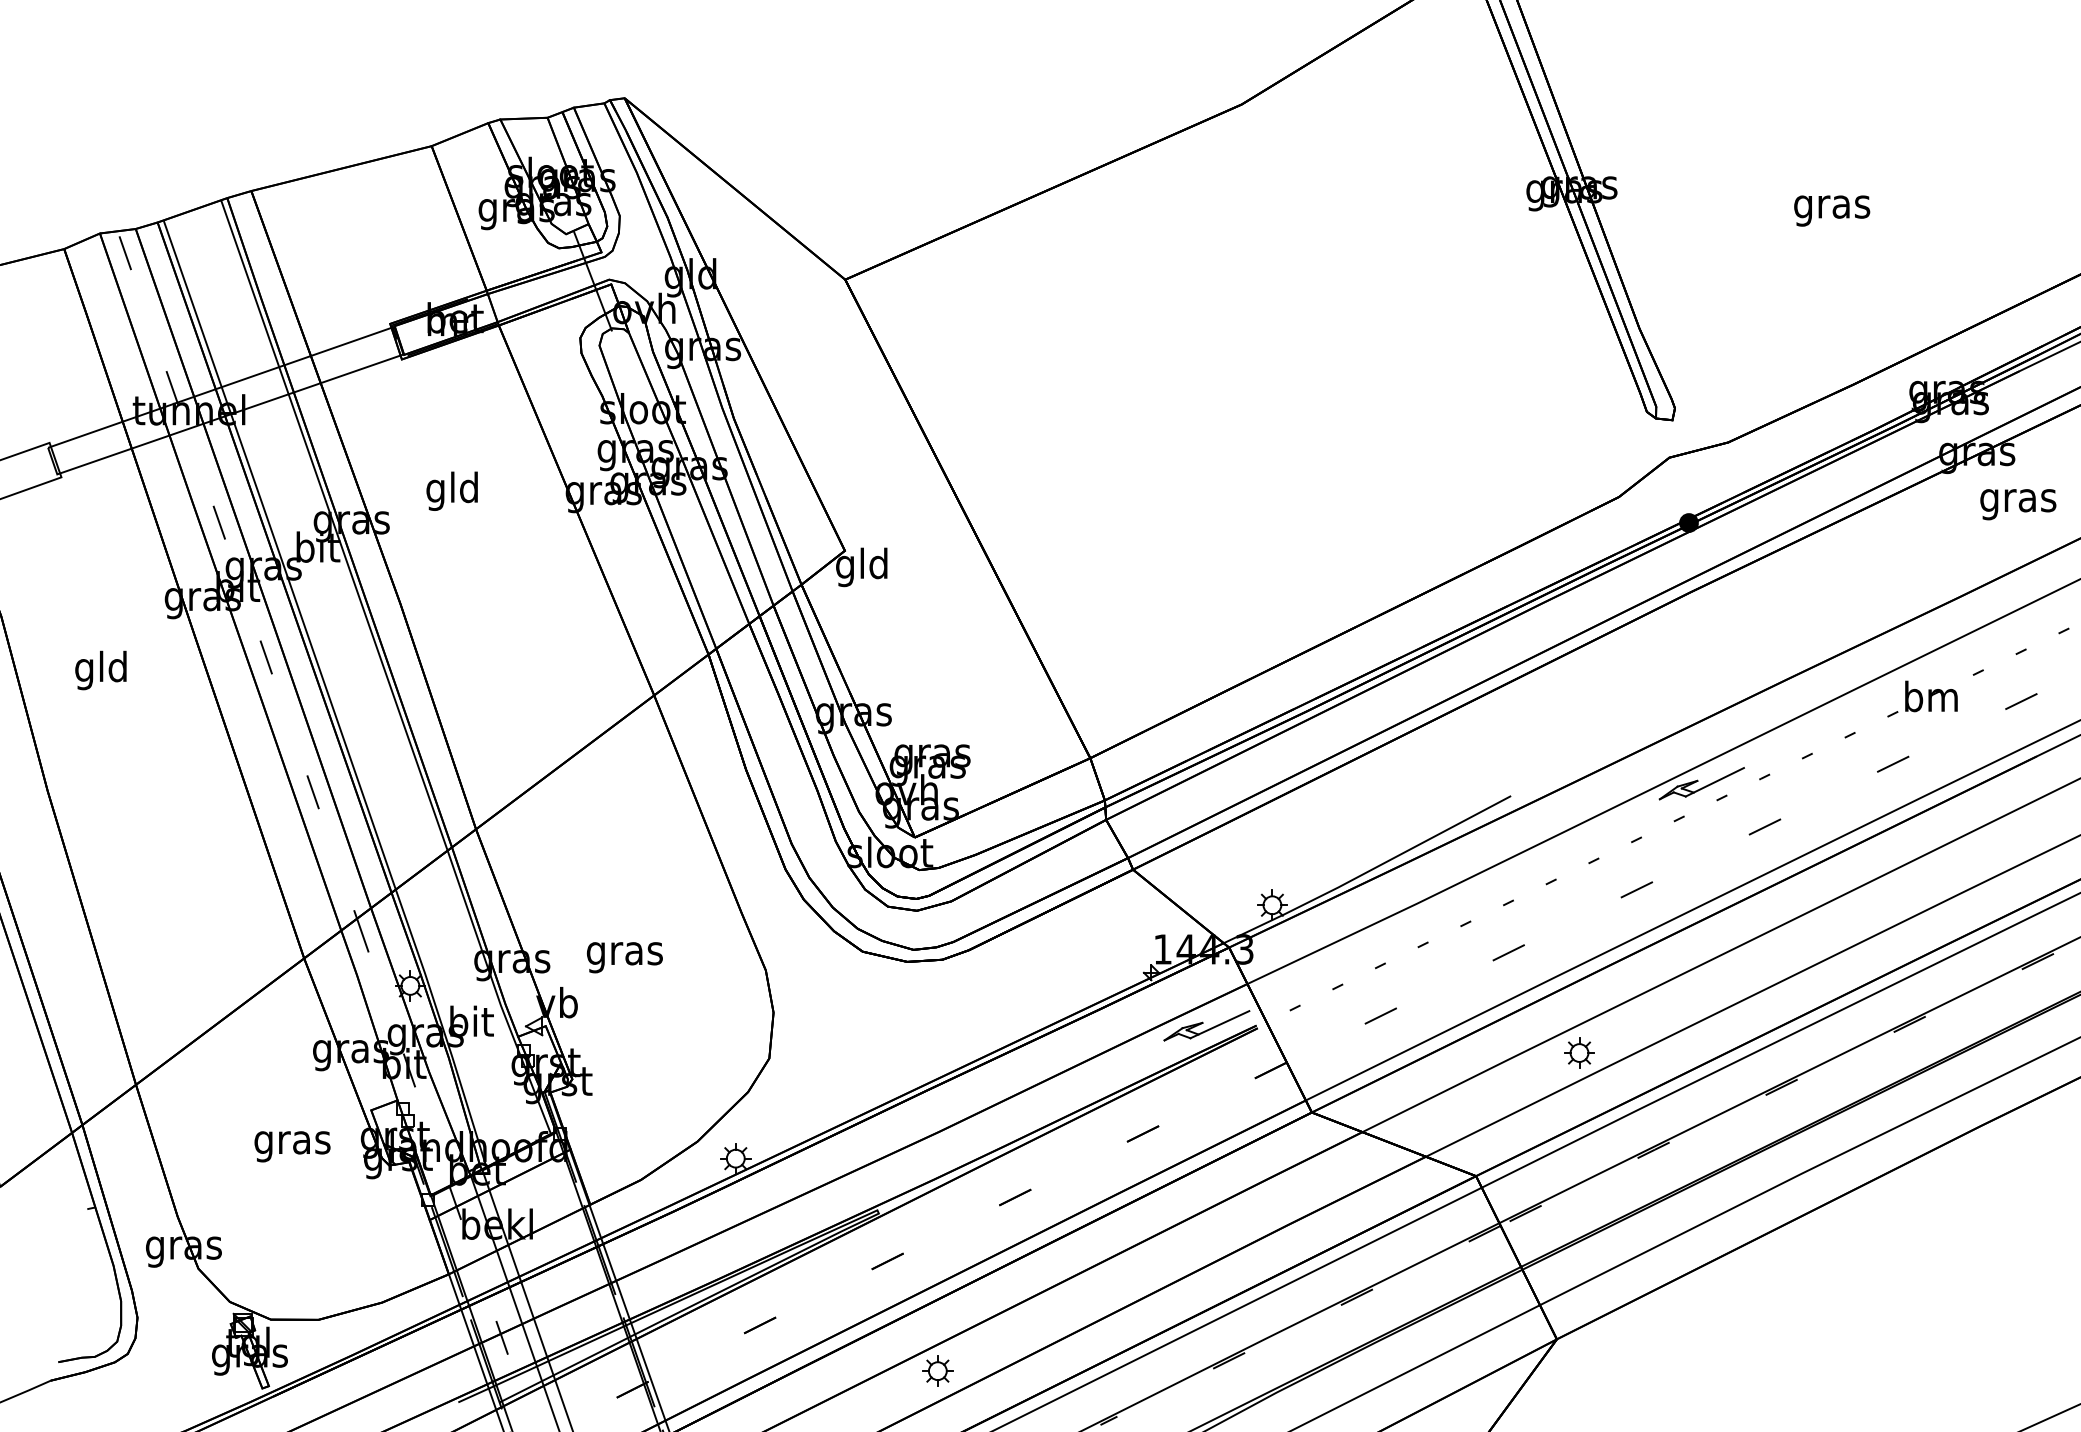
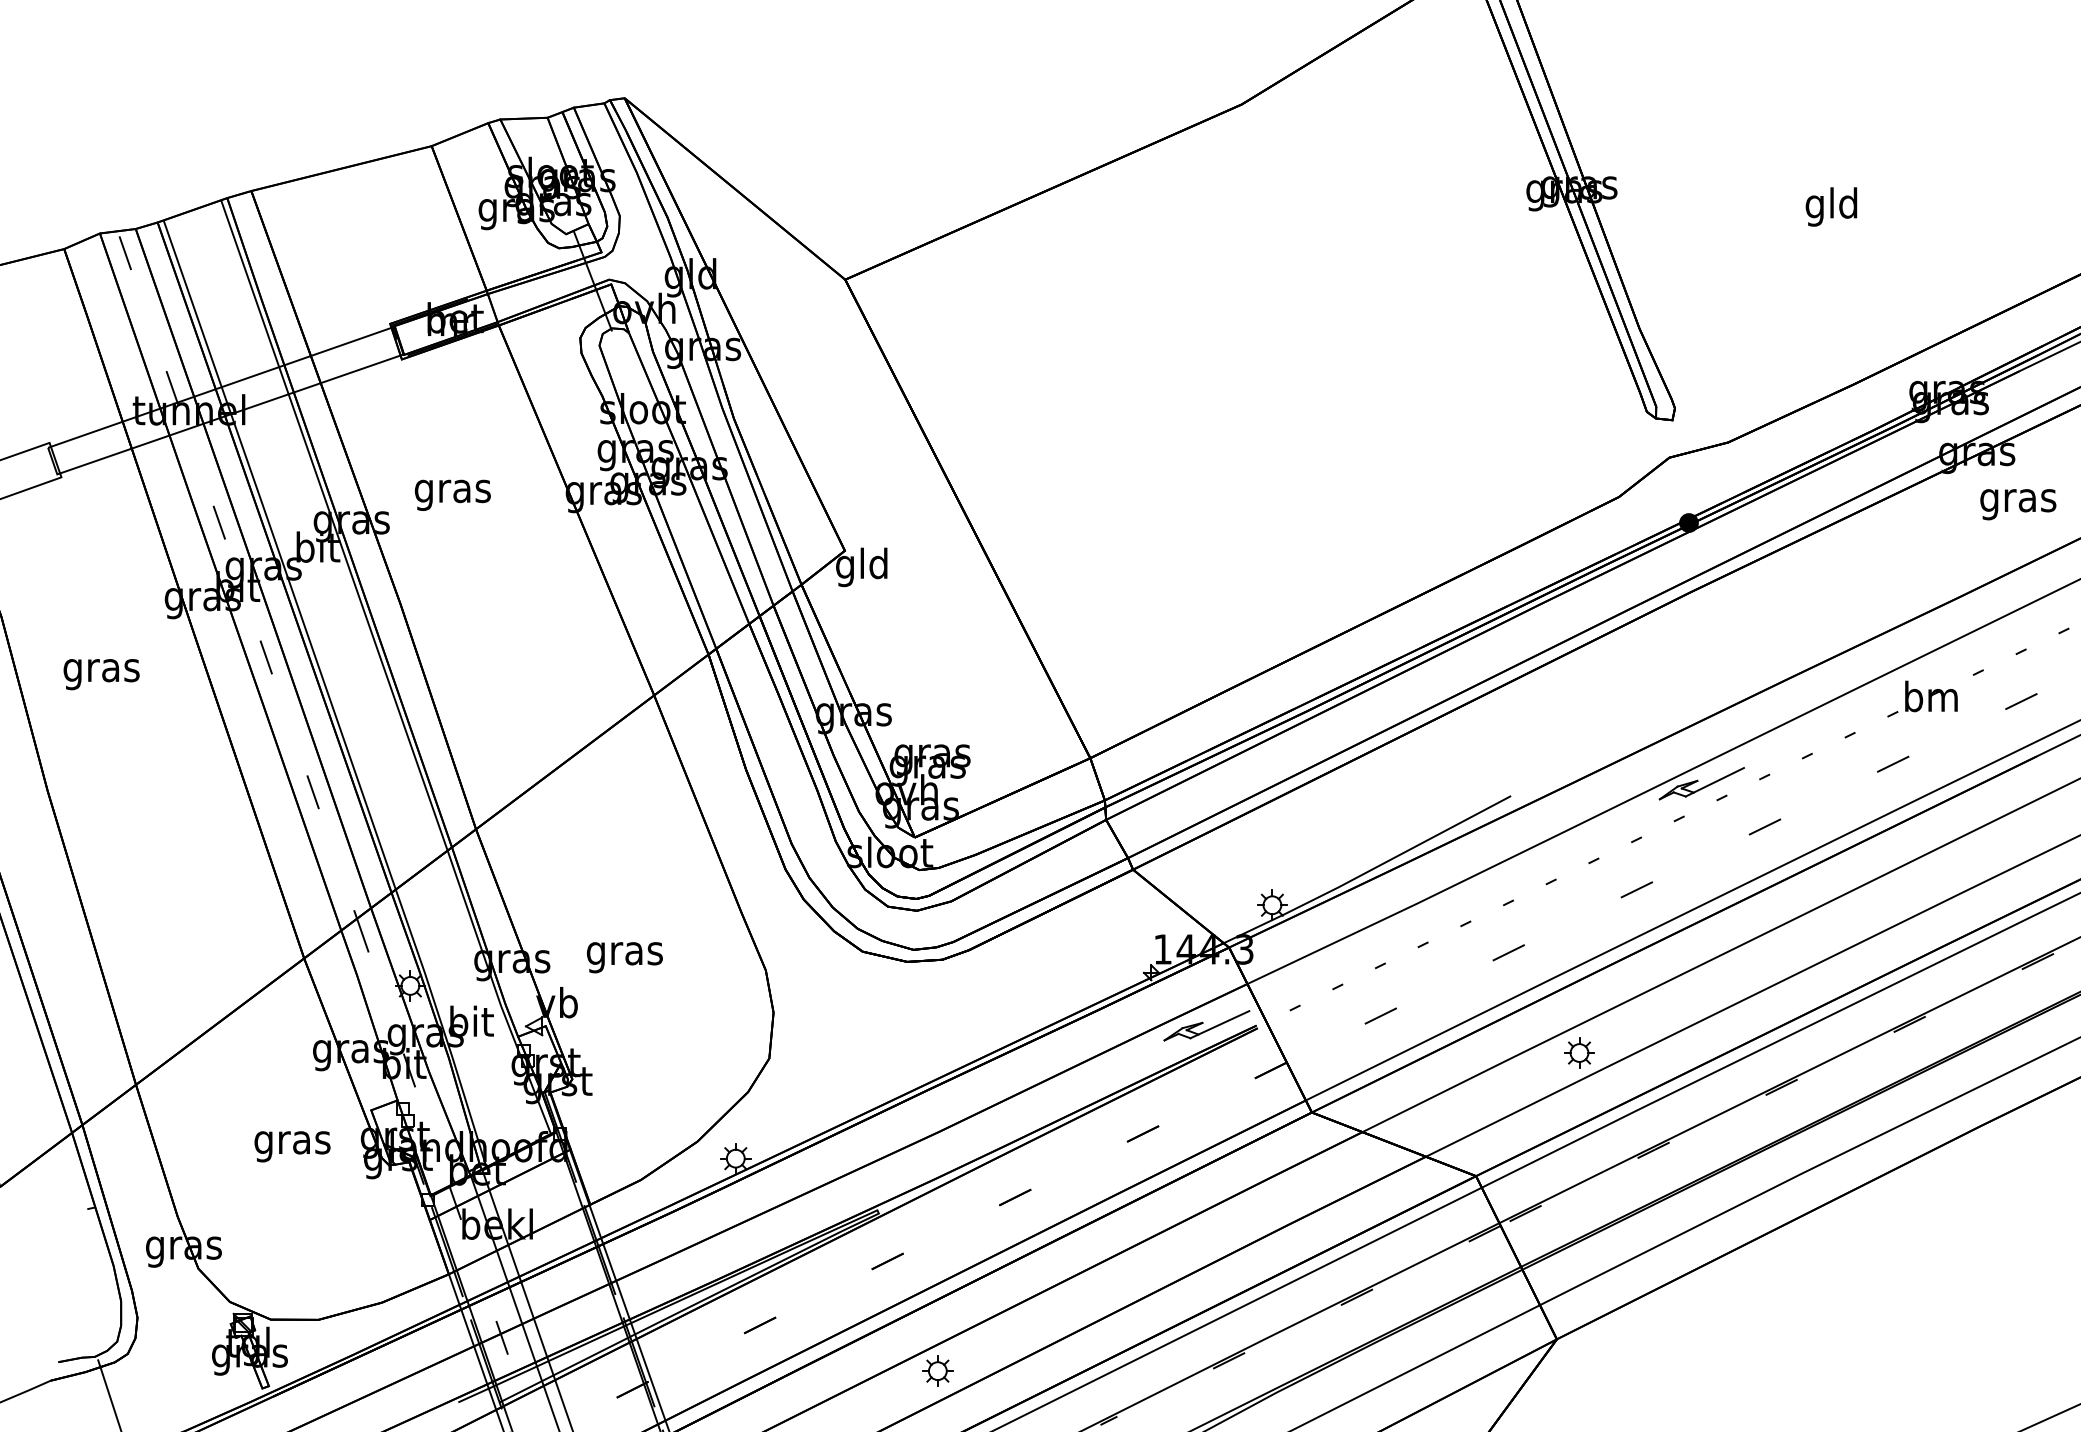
text at (1832, 206): gras -> gld
text at (452, 490): gld -> gras
text at (101, 670): gld -> gras
line at (109, 1394): none -> present
